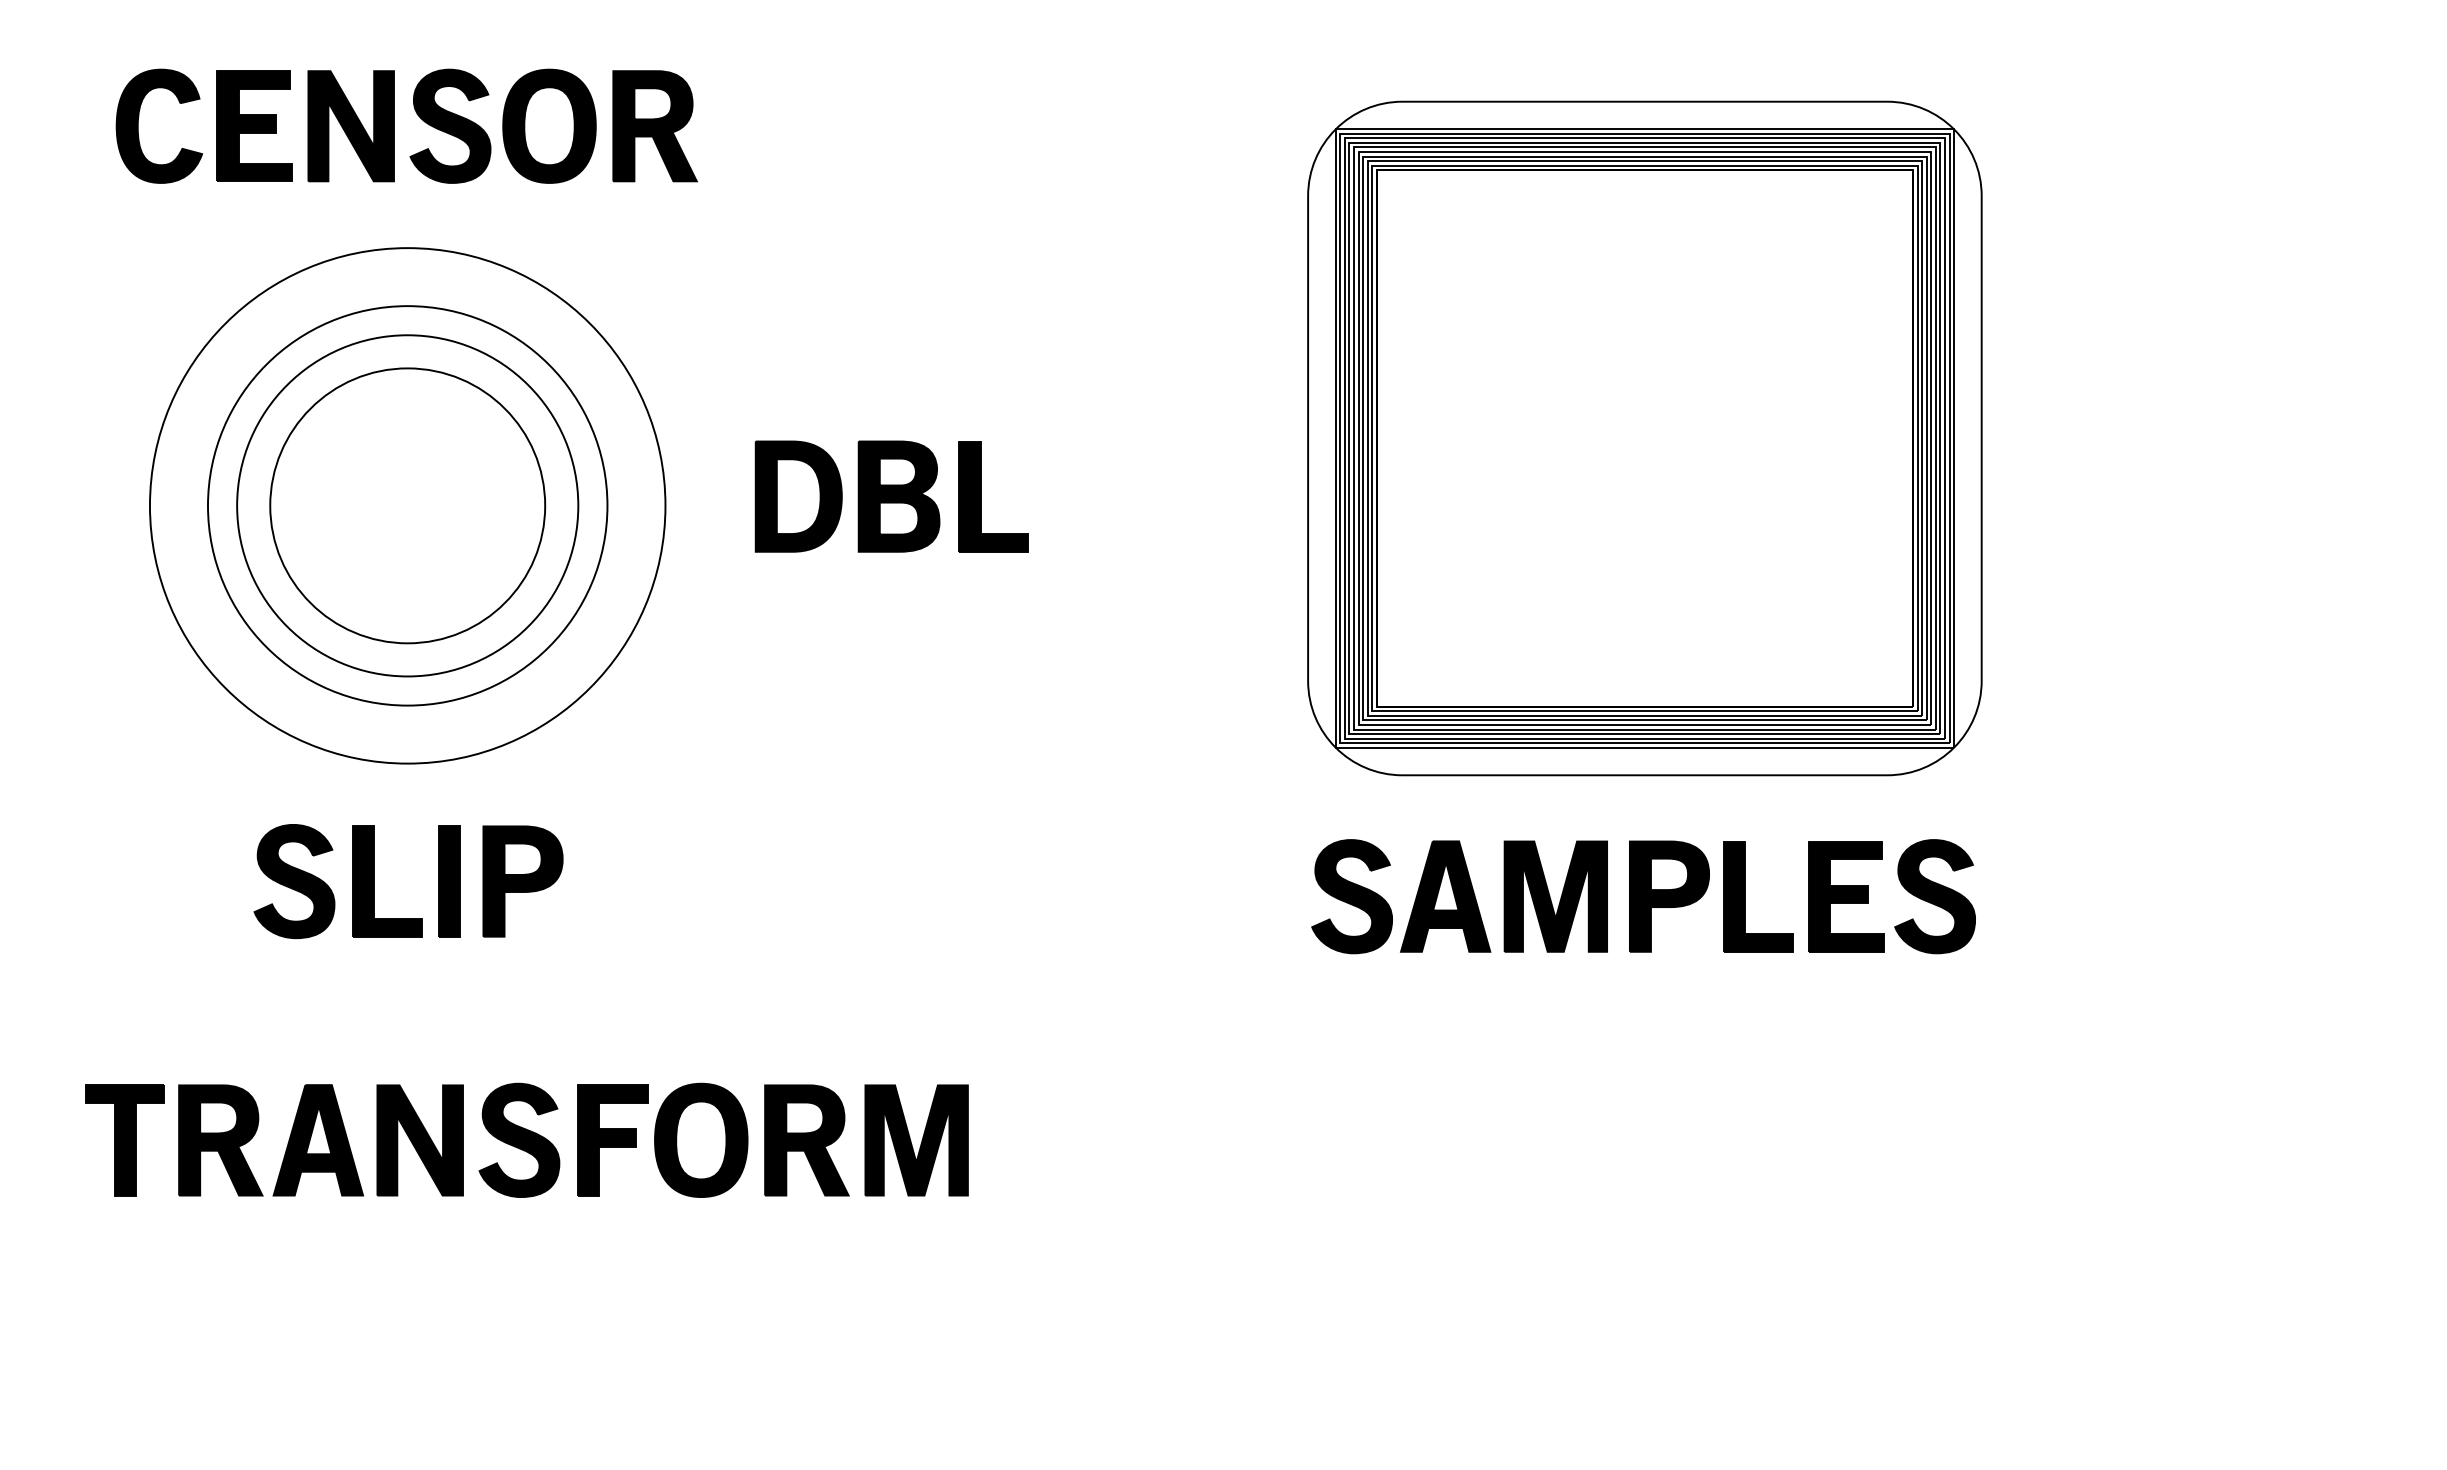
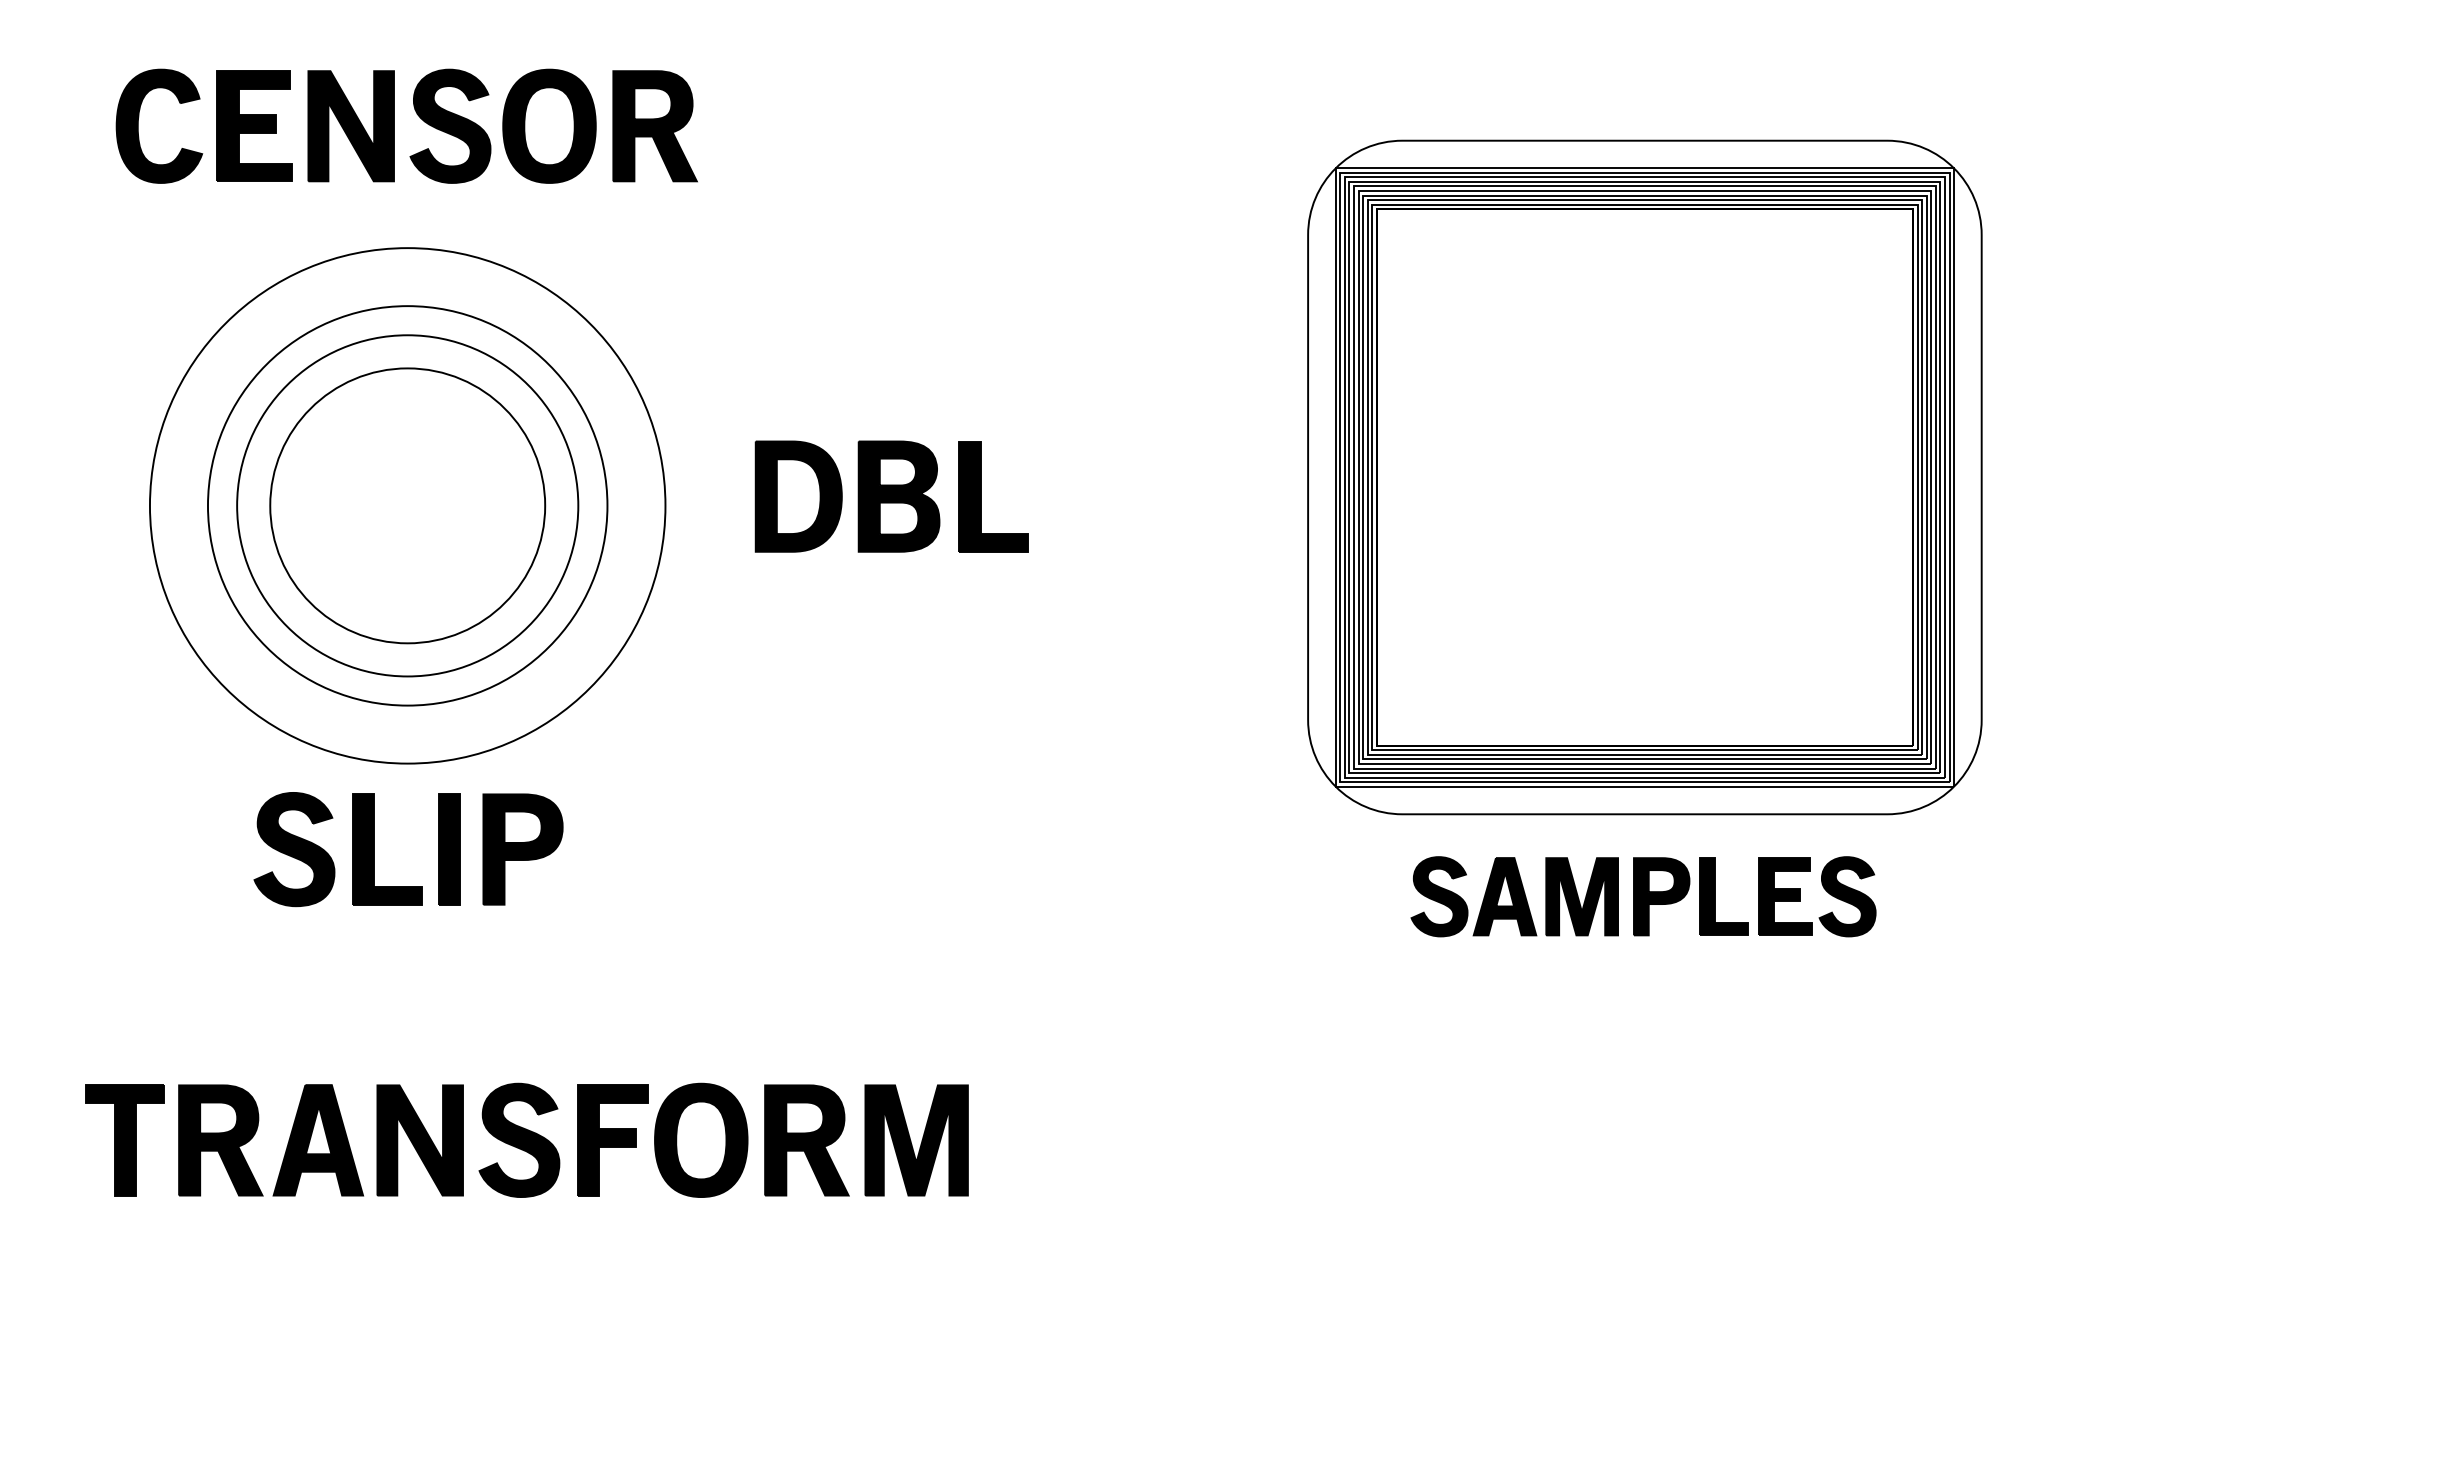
part at (1644, 438) position: (1644, 438) -> (1644, 477)
part at (438, 881) position: (438, 881) -> (438, 849)
part at (1643, 896) size: 665x116 px -> 467x82 px
